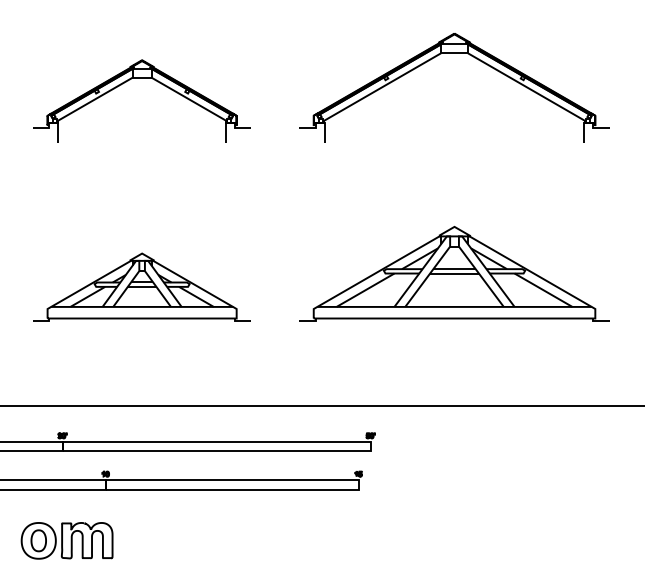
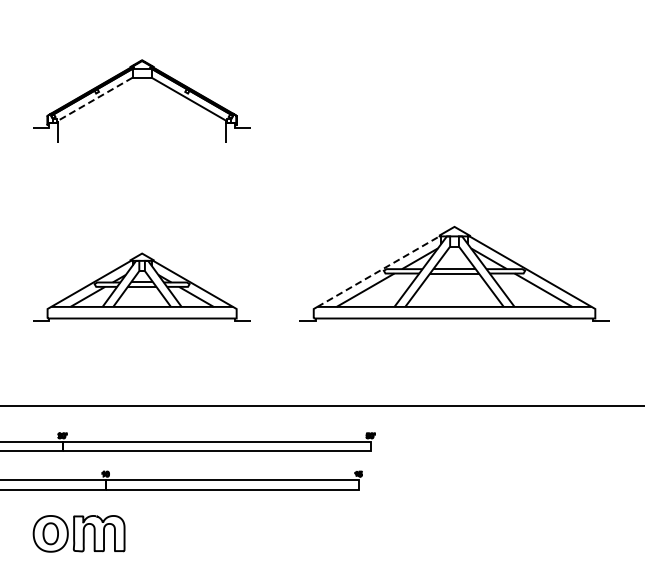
part at (454, 53): present -> none
line at (94, 99): solid -> dashed
line at (378, 271): solid -> dashed
part at (66, 540) position: (66, 540) -> (78, 533)
